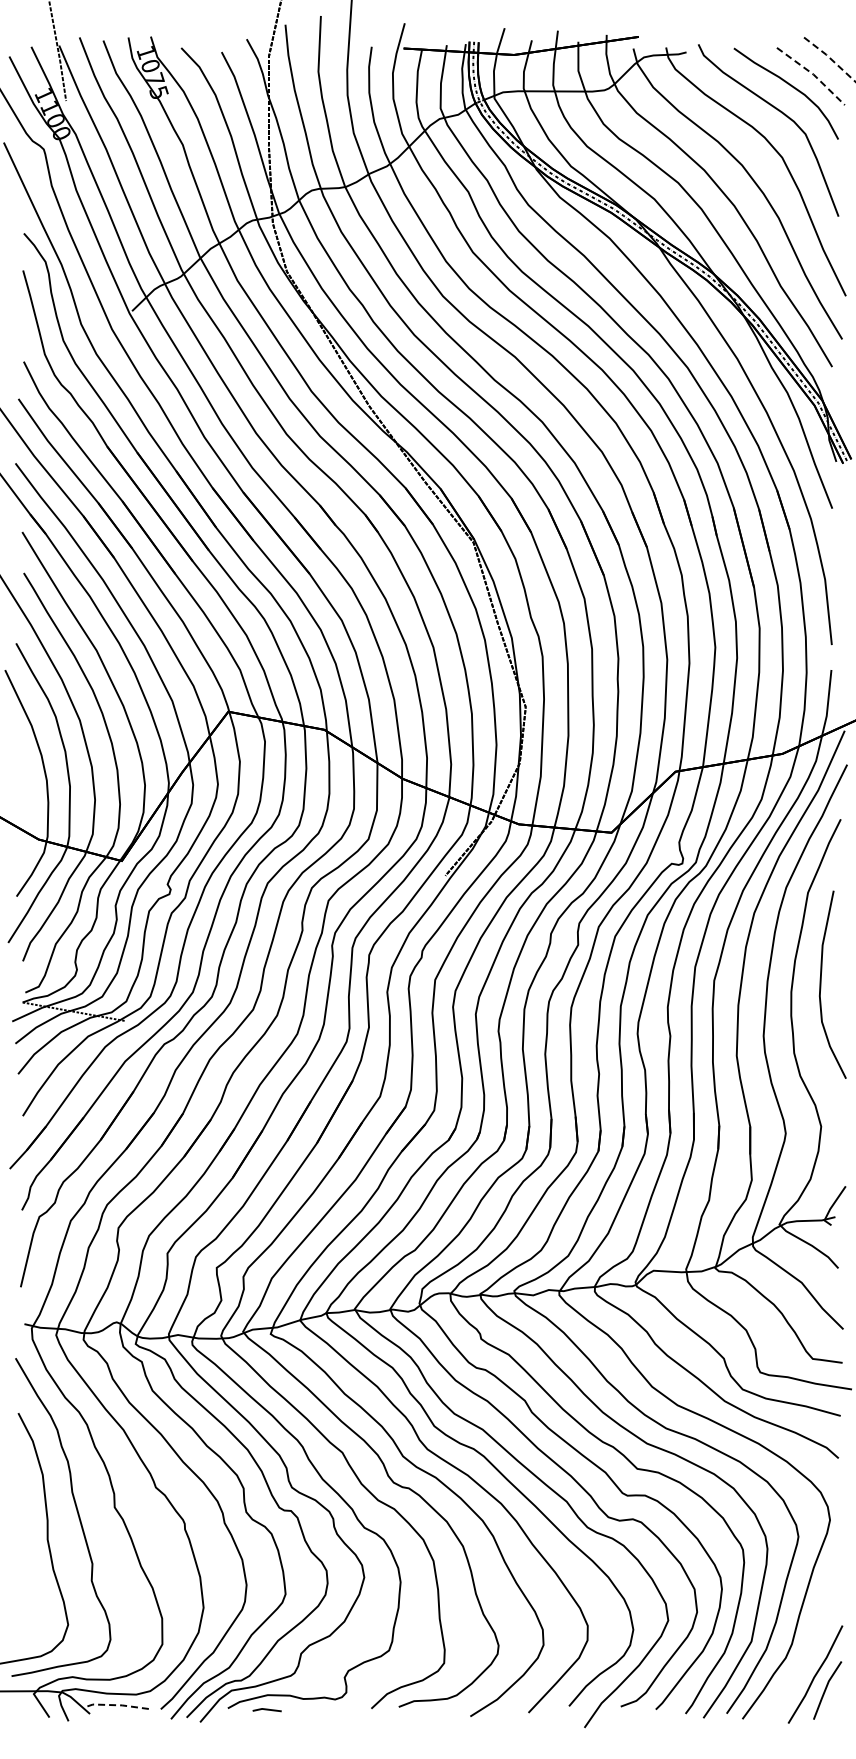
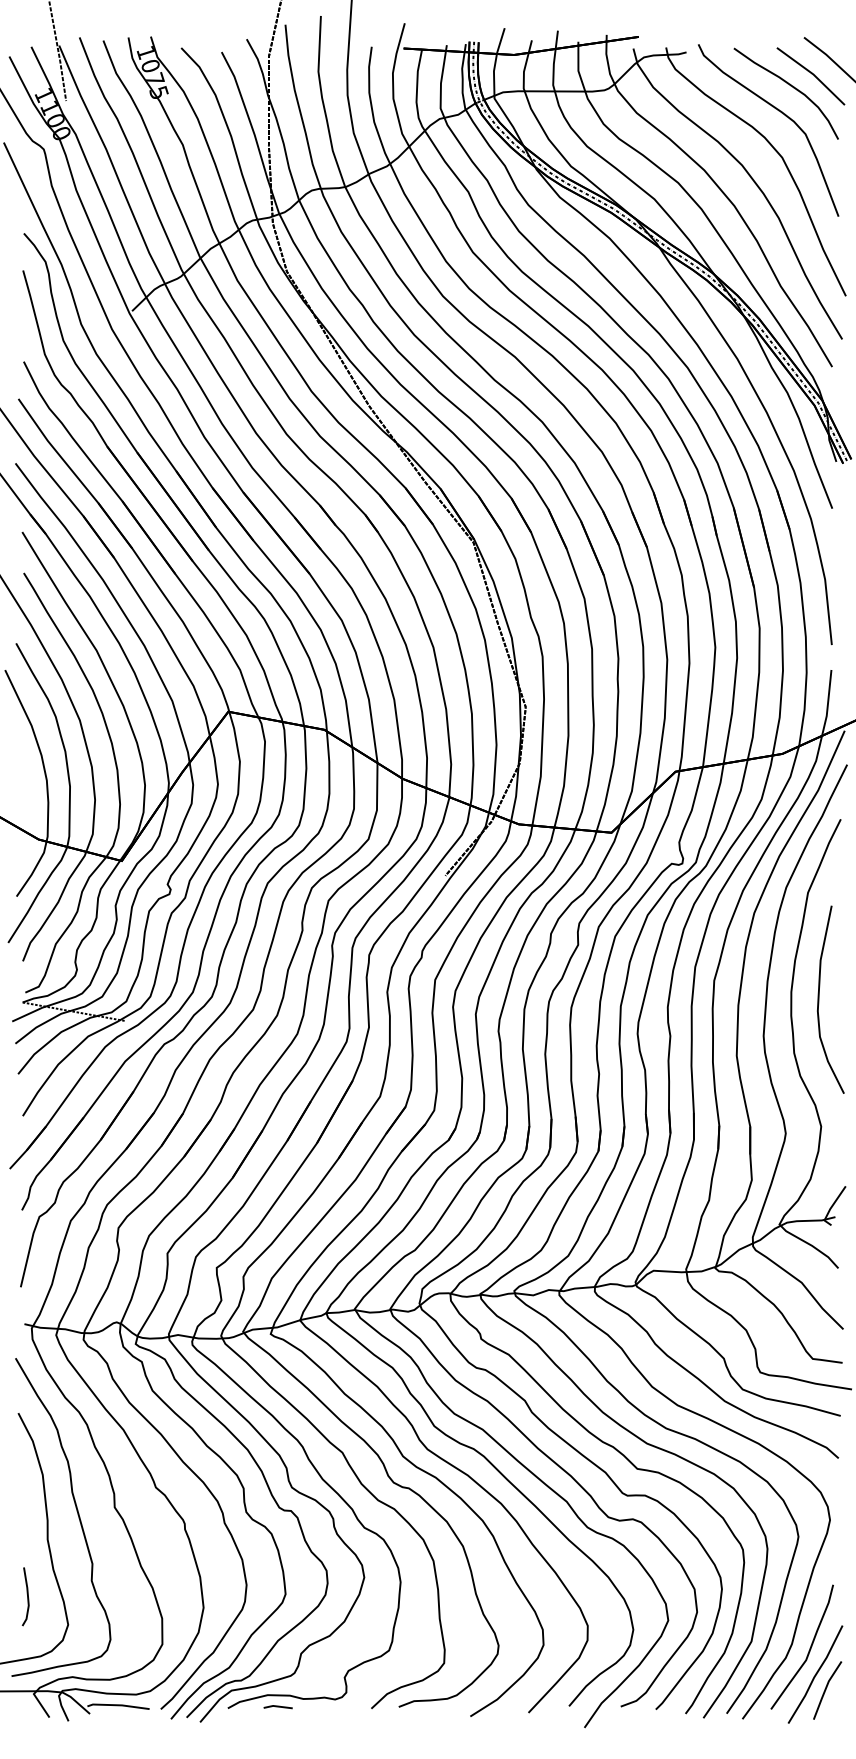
line at (829, 58): dashed -> solid
line at (813, 74): dashed -> solid
curve at (821, 984) position: (821, 984) -> (819, 999)
line at (27, 1596): none -> present
curve at (808, 1650): none -> present
line at (118, 1705): dashed -> solid
line at (266, 1710) position: (266, 1710) -> (277, 1707)
